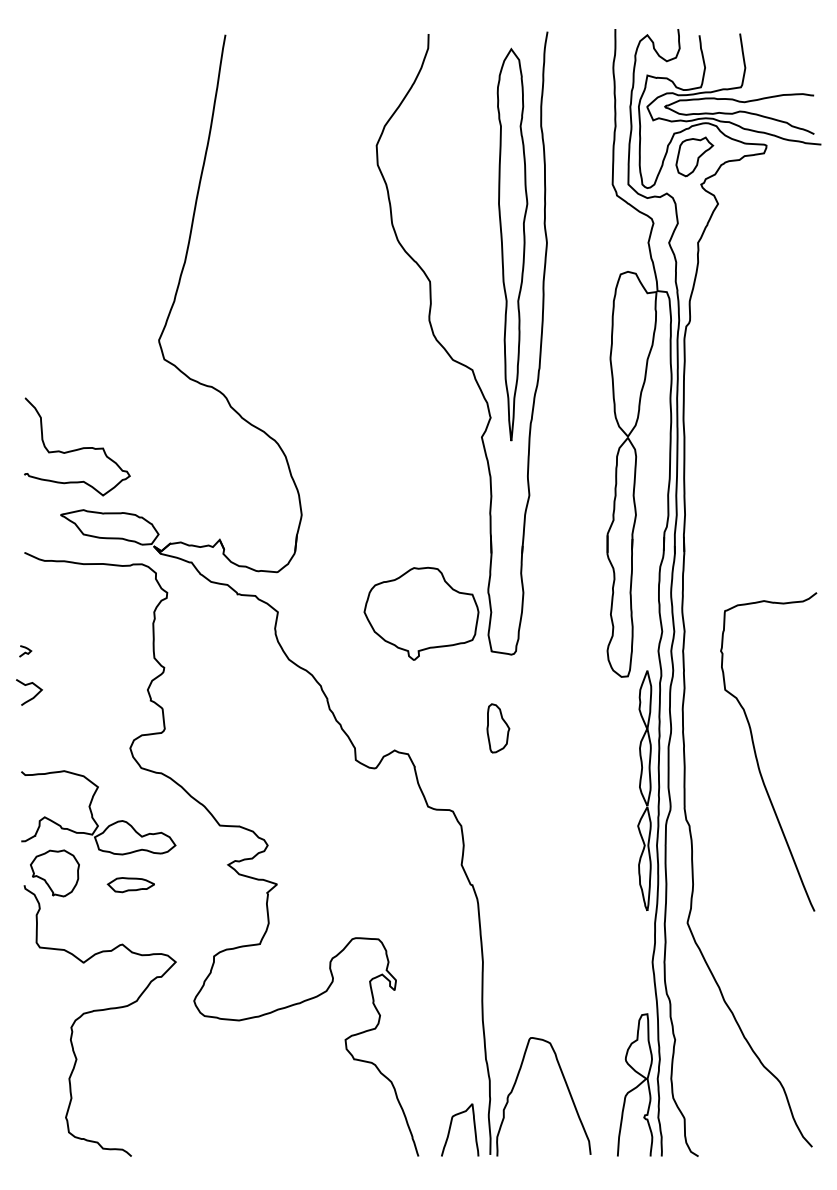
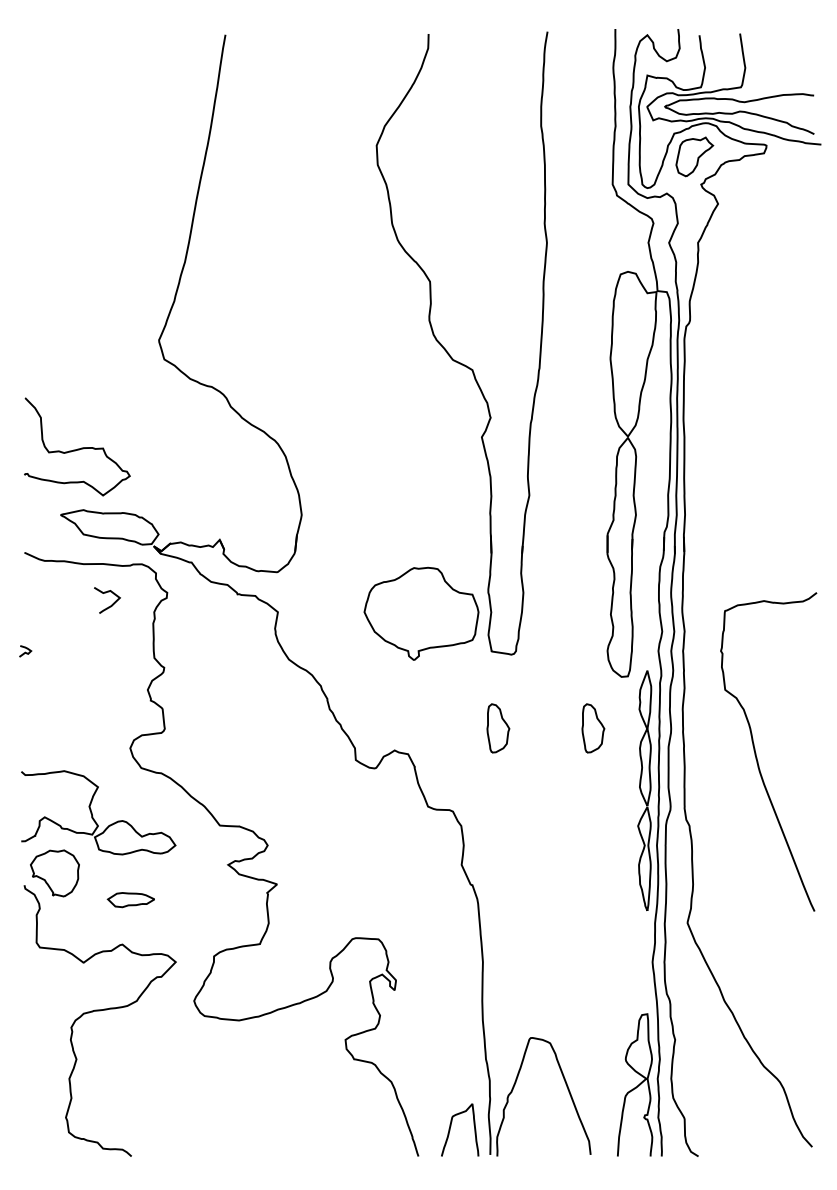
part at (512, 244): present -> none
curve at (33, 696) position: (33, 696) -> (111, 604)
part at (593, 728): none -> present
part at (130, 885) position: (130, 885) -> (130, 900)
